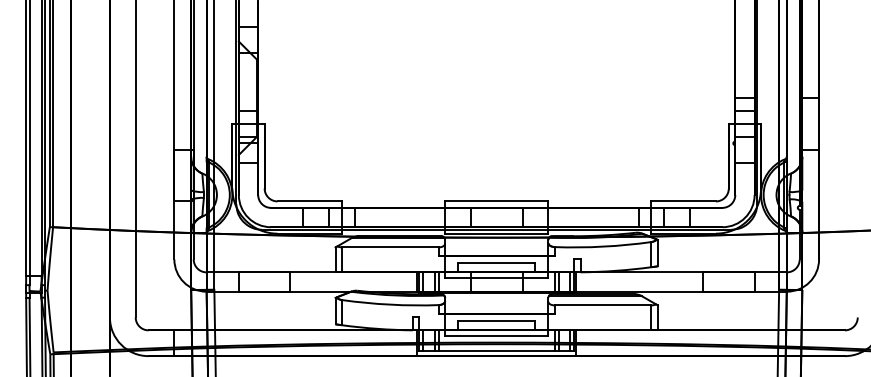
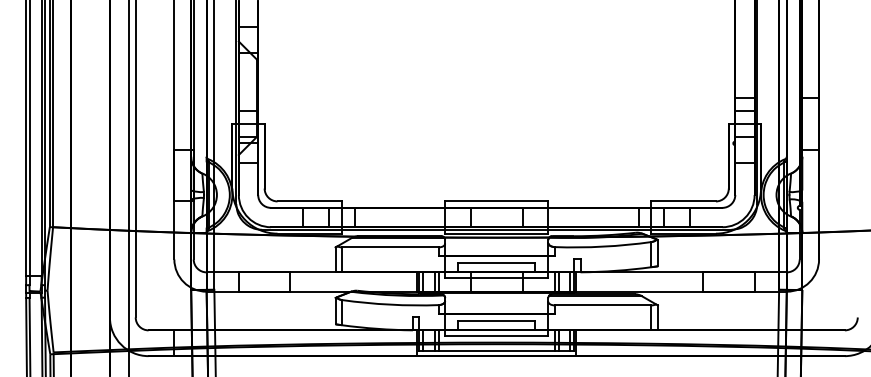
line at (129, 187): none -> present
